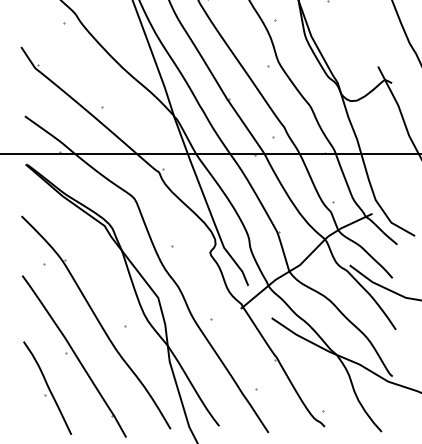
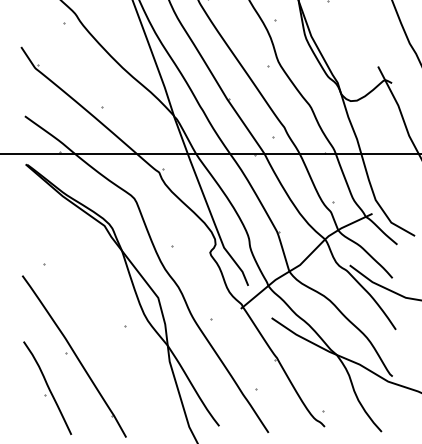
part at (96, 322): present -> none
